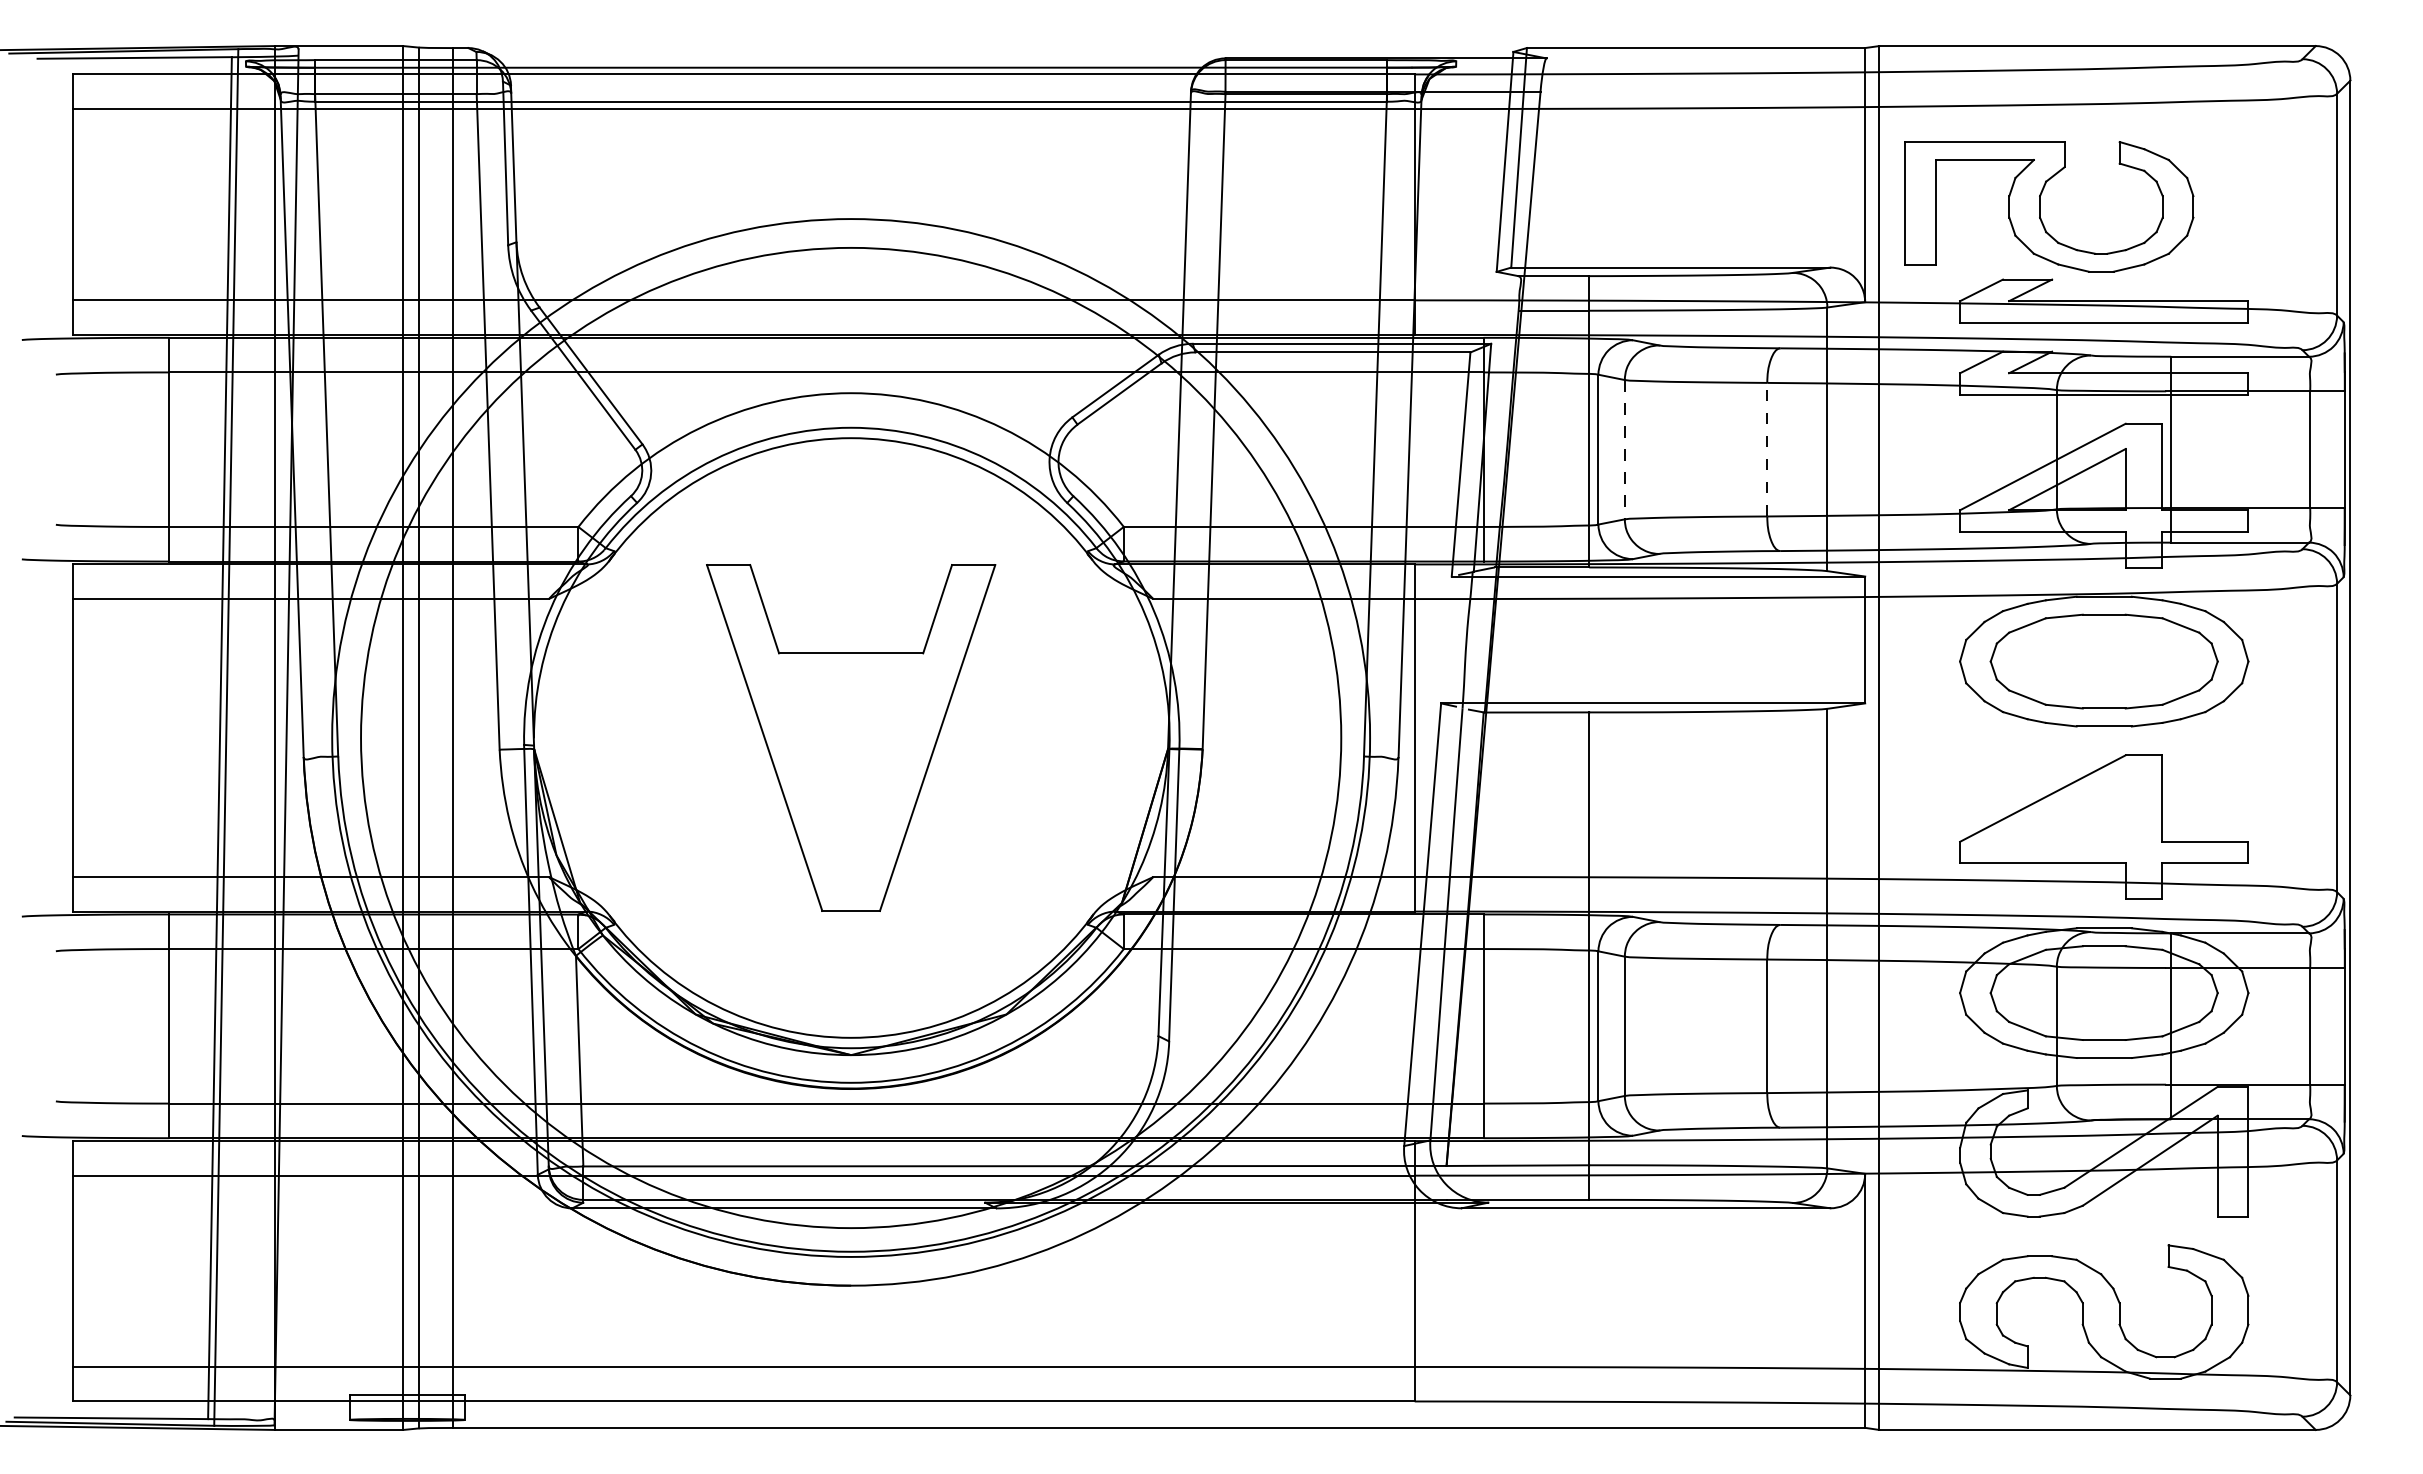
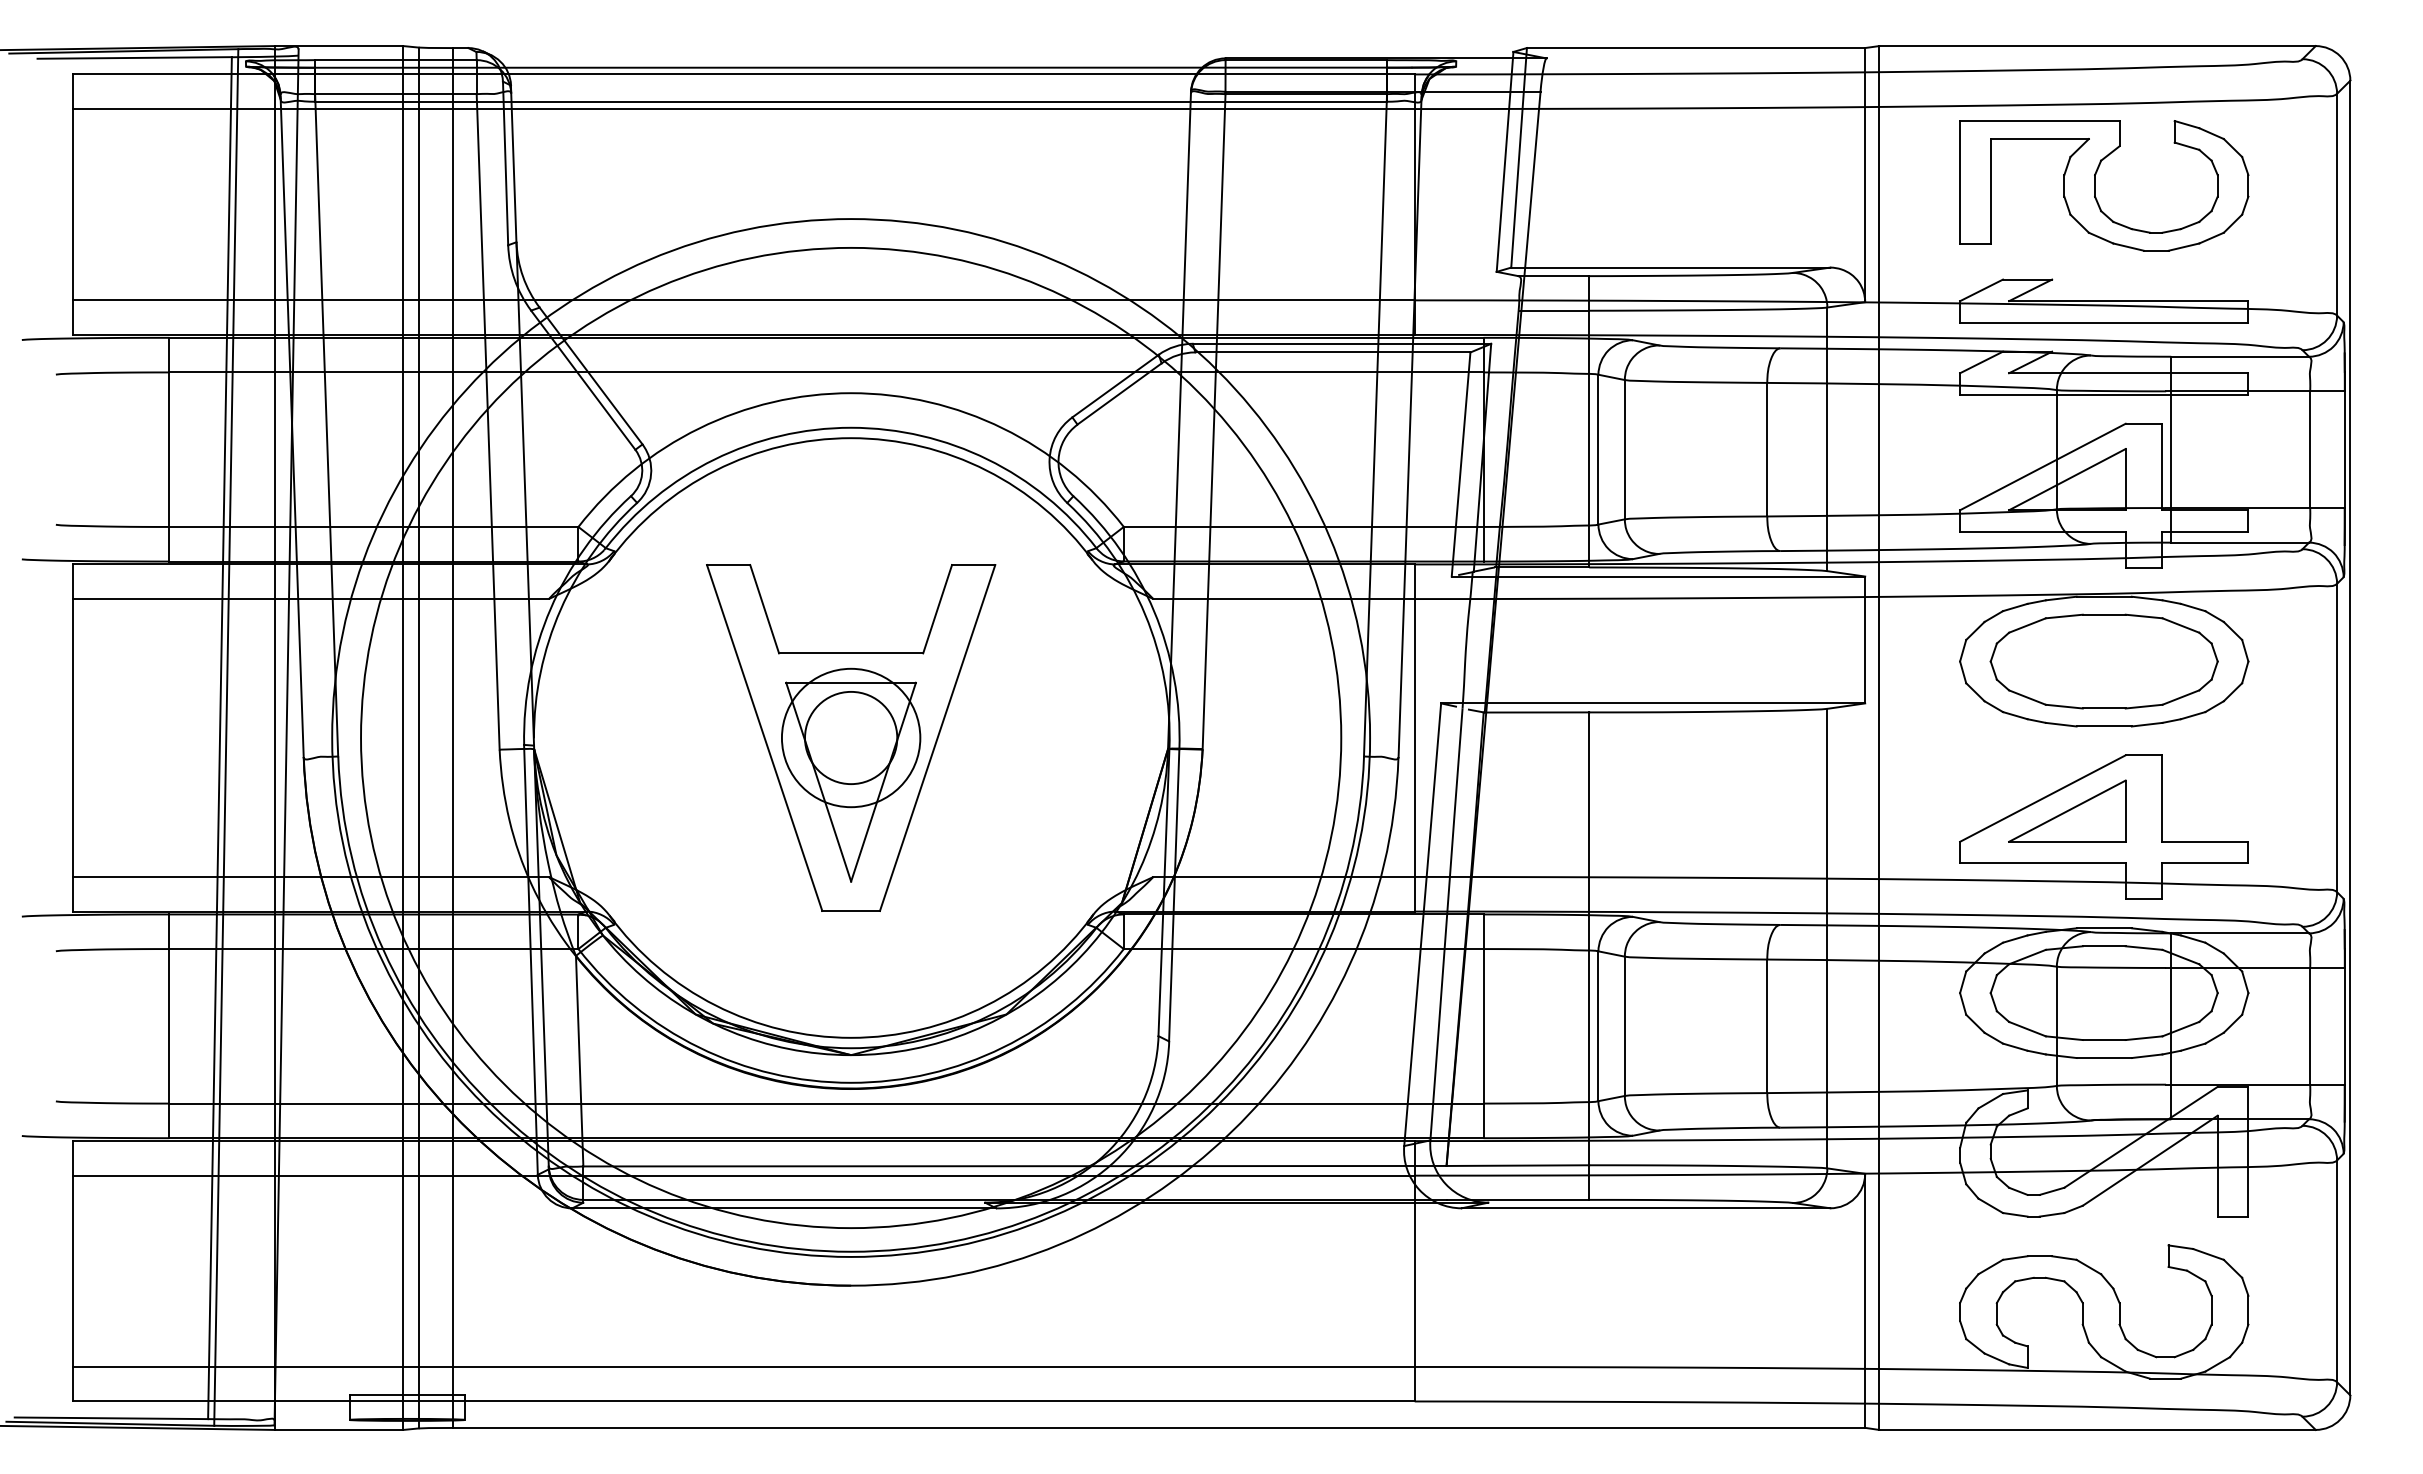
part at (2040, 206) position: (2040, 206) -> (2095, 185)
line at (1624, 449): dashed -> solid
line at (1767, 449): dashed -> solid
part at (851, 774): none -> present
part at (2067, 810): none -> present
